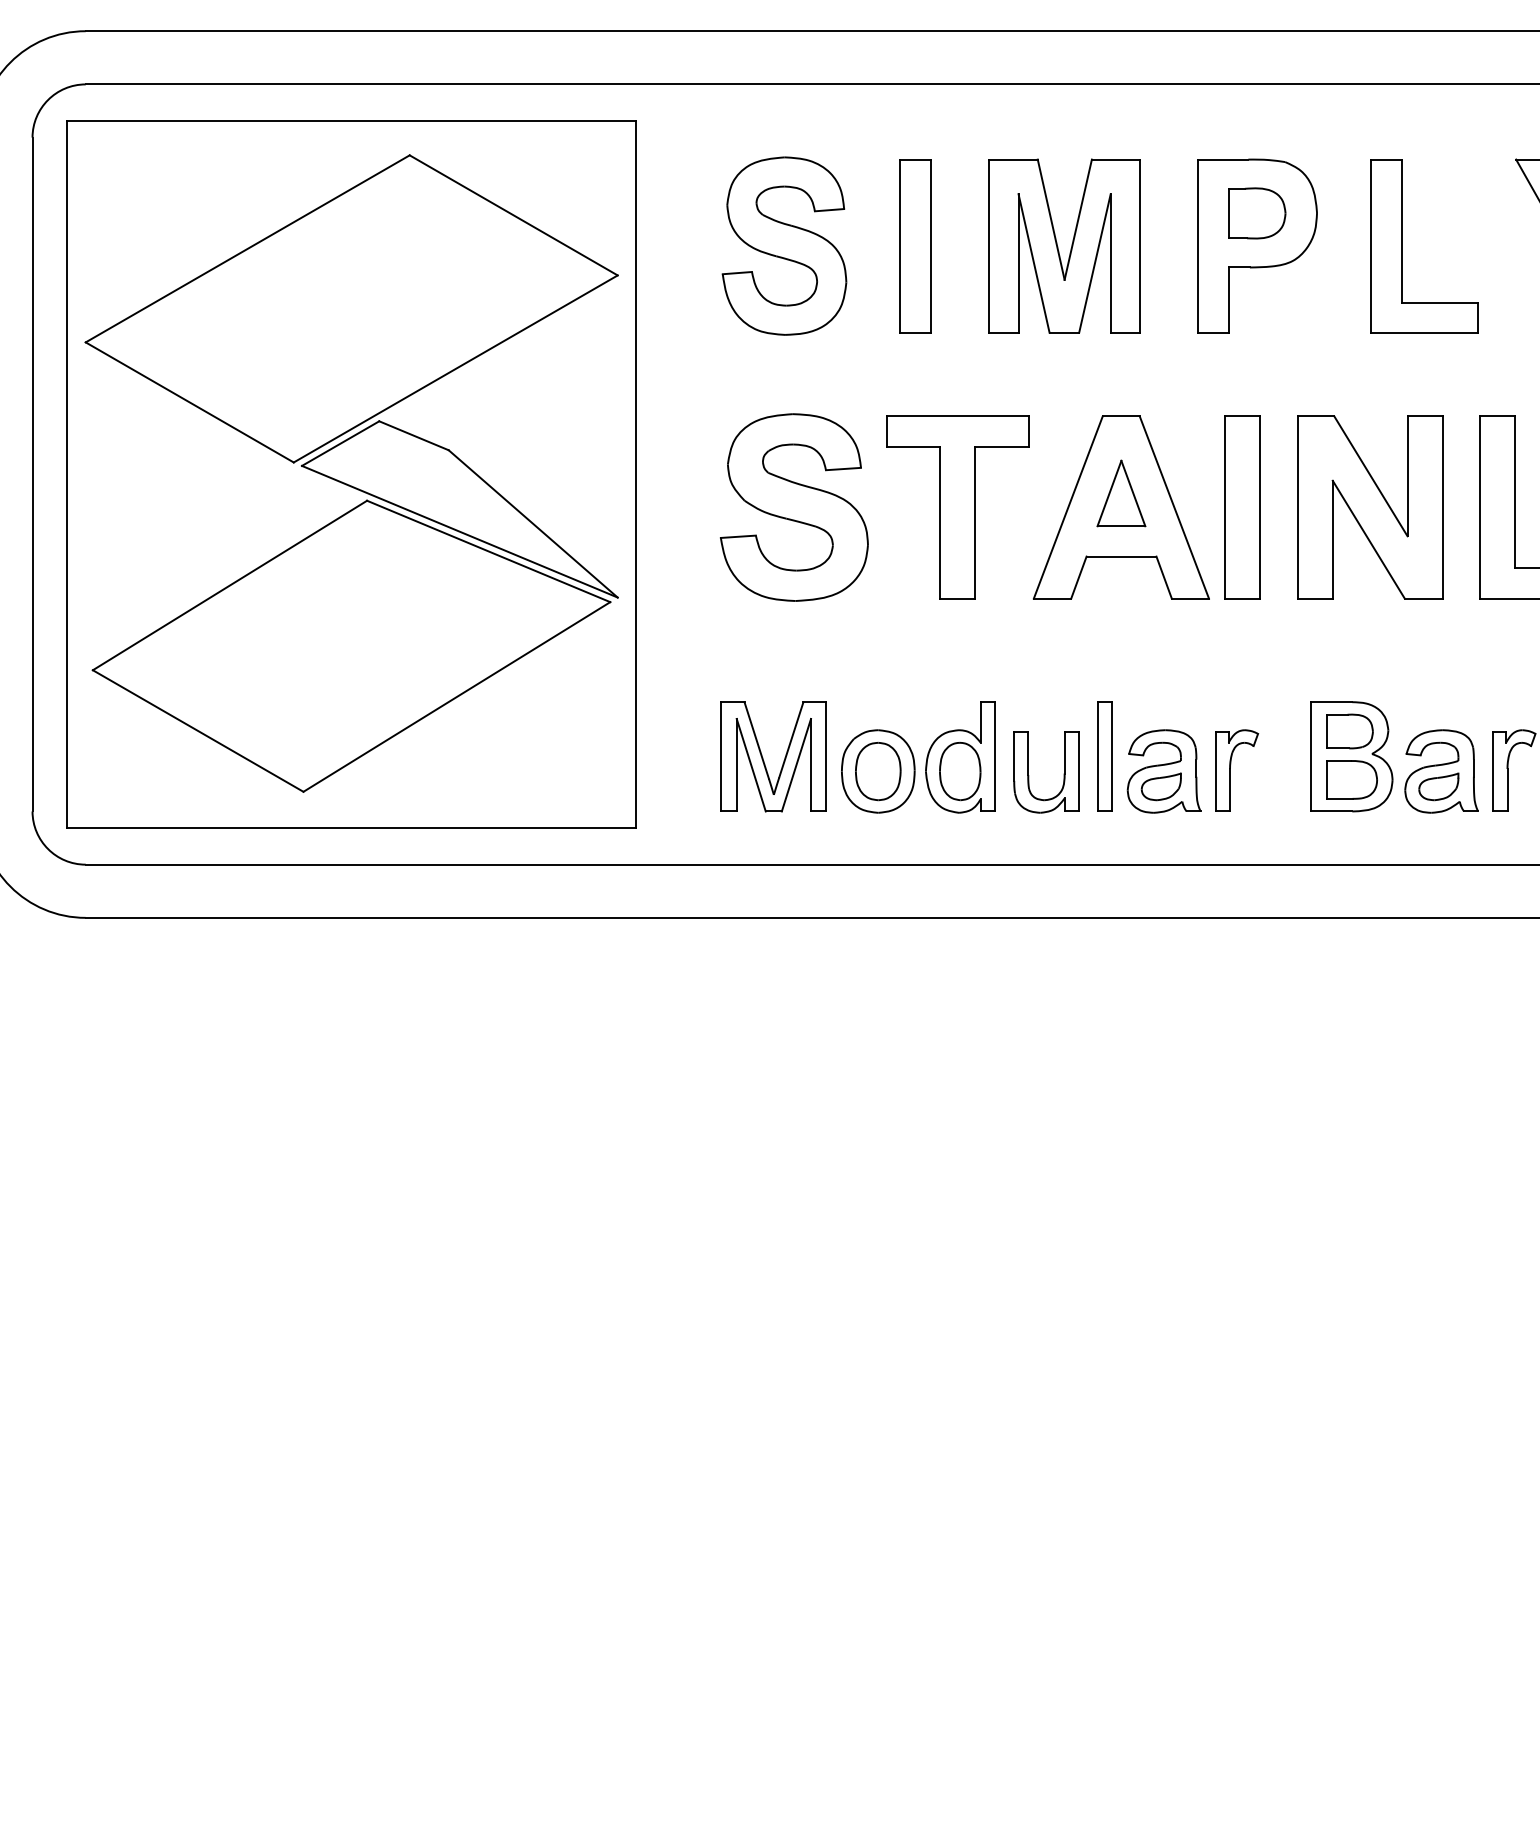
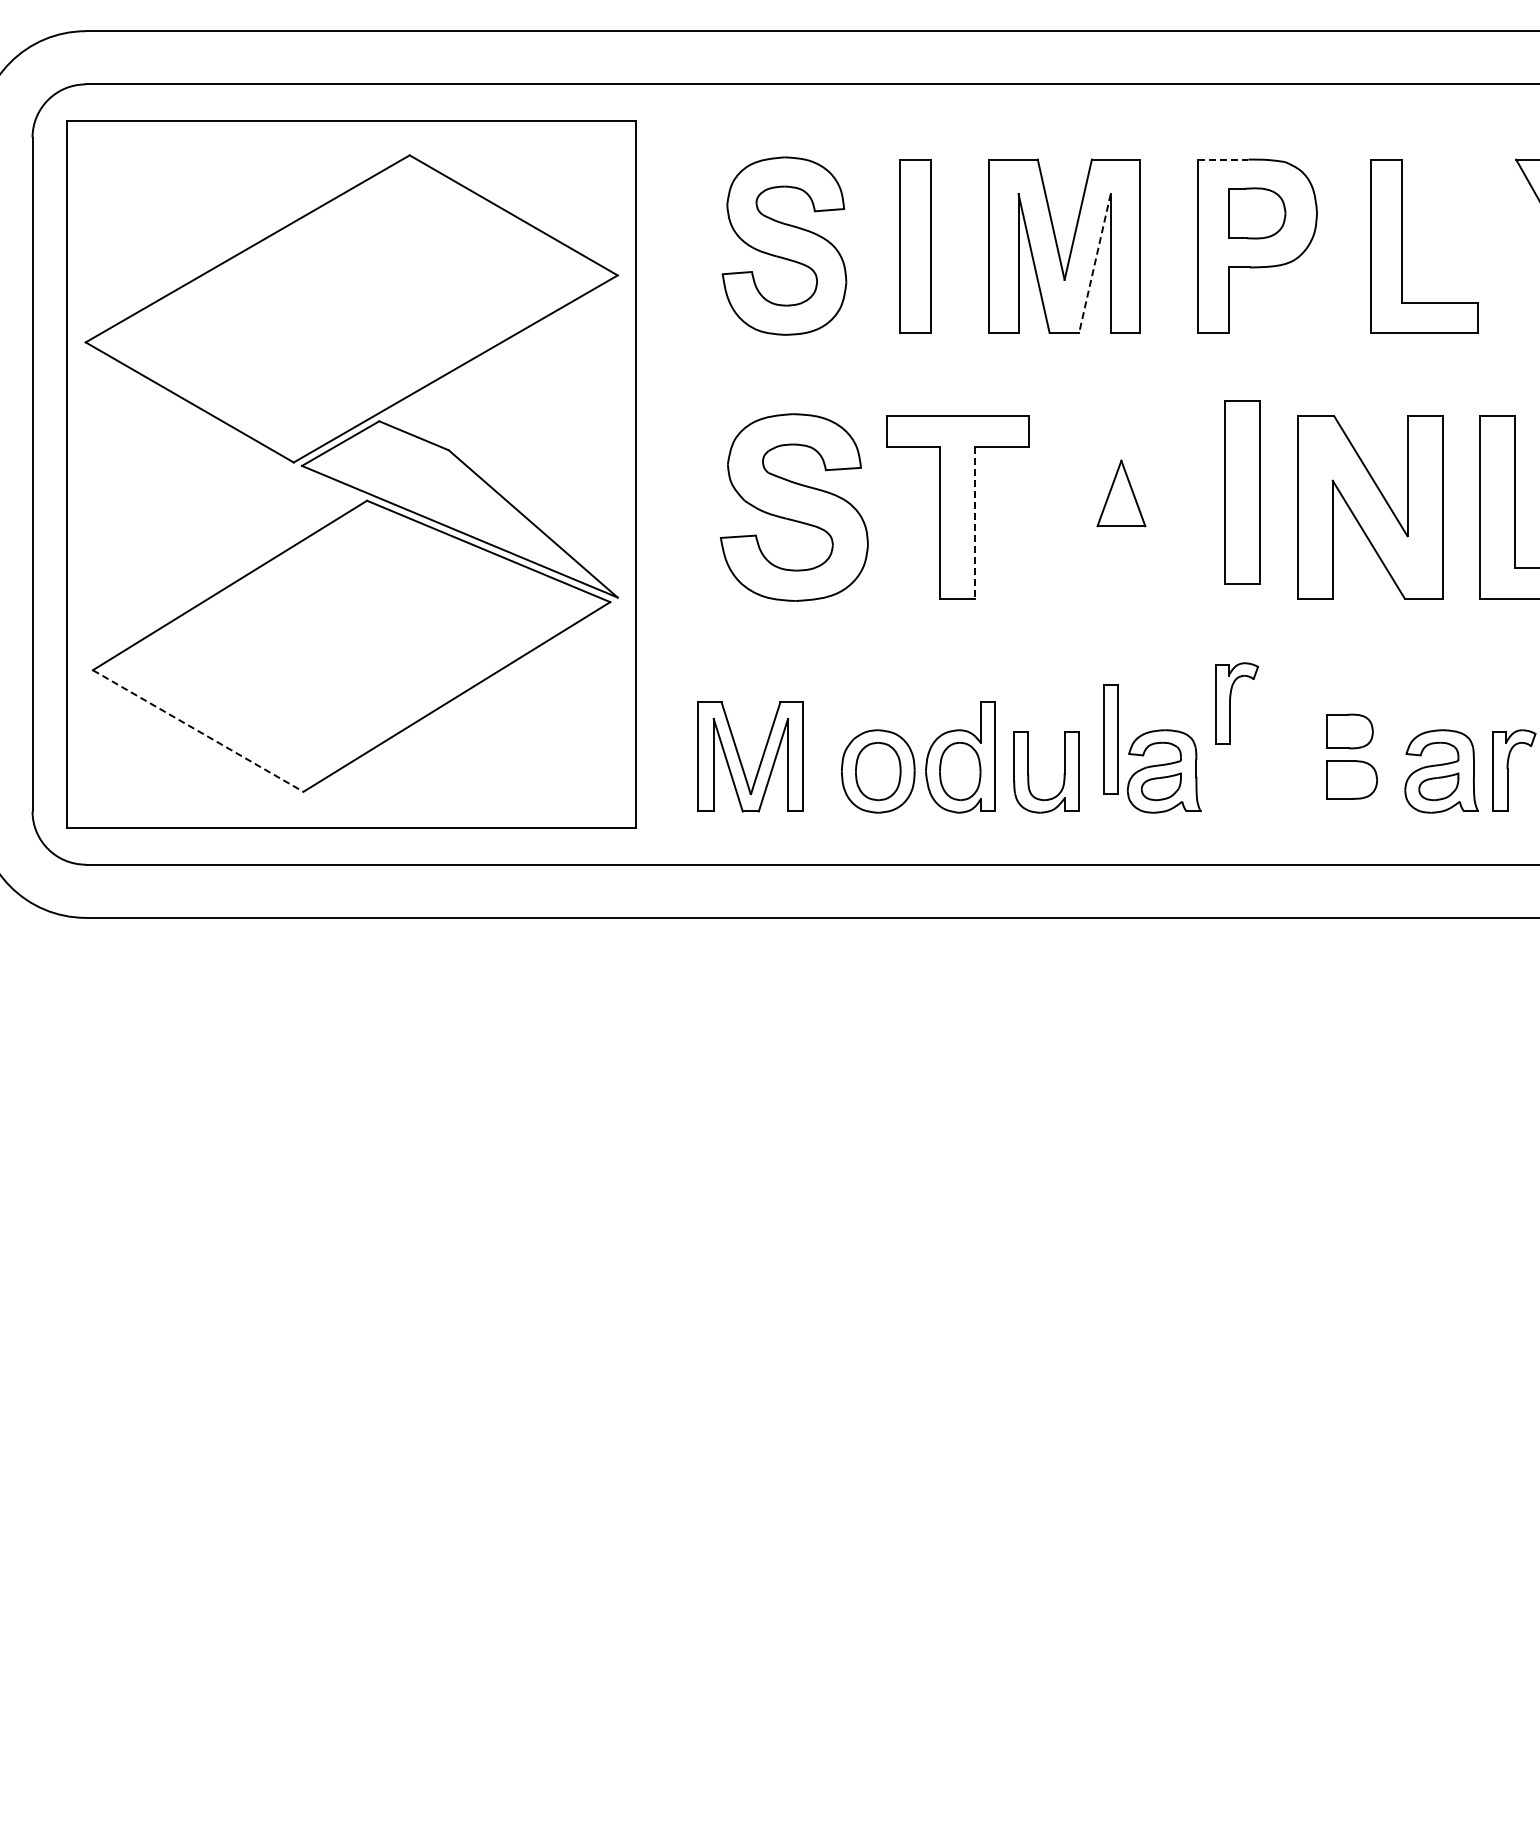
line at (1223, 159): solid -> dashed
line at (1094, 263): solid -> dashed
part at (1121, 507): present -> none
part at (1242, 507) position: (1242, 507) -> (1242, 492)
line at (975, 522): solid -> dashed
line at (198, 731): solid -> dashed
part at (1104, 756) position: (1104, 756) -> (1110, 739)
part at (1351, 756): present -> none
part at (764, 760) position: (764, 760) -> (741, 760)
part at (1230, 770) position: (1230, 770) -> (1230, 703)
